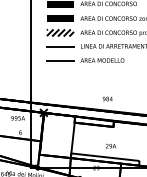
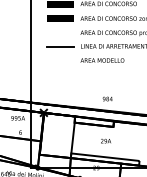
hatch at (60, 32): present -> none
line at (60, 61): present -> none
text at (110, 145) position: (110, 145) -> (105, 140)
